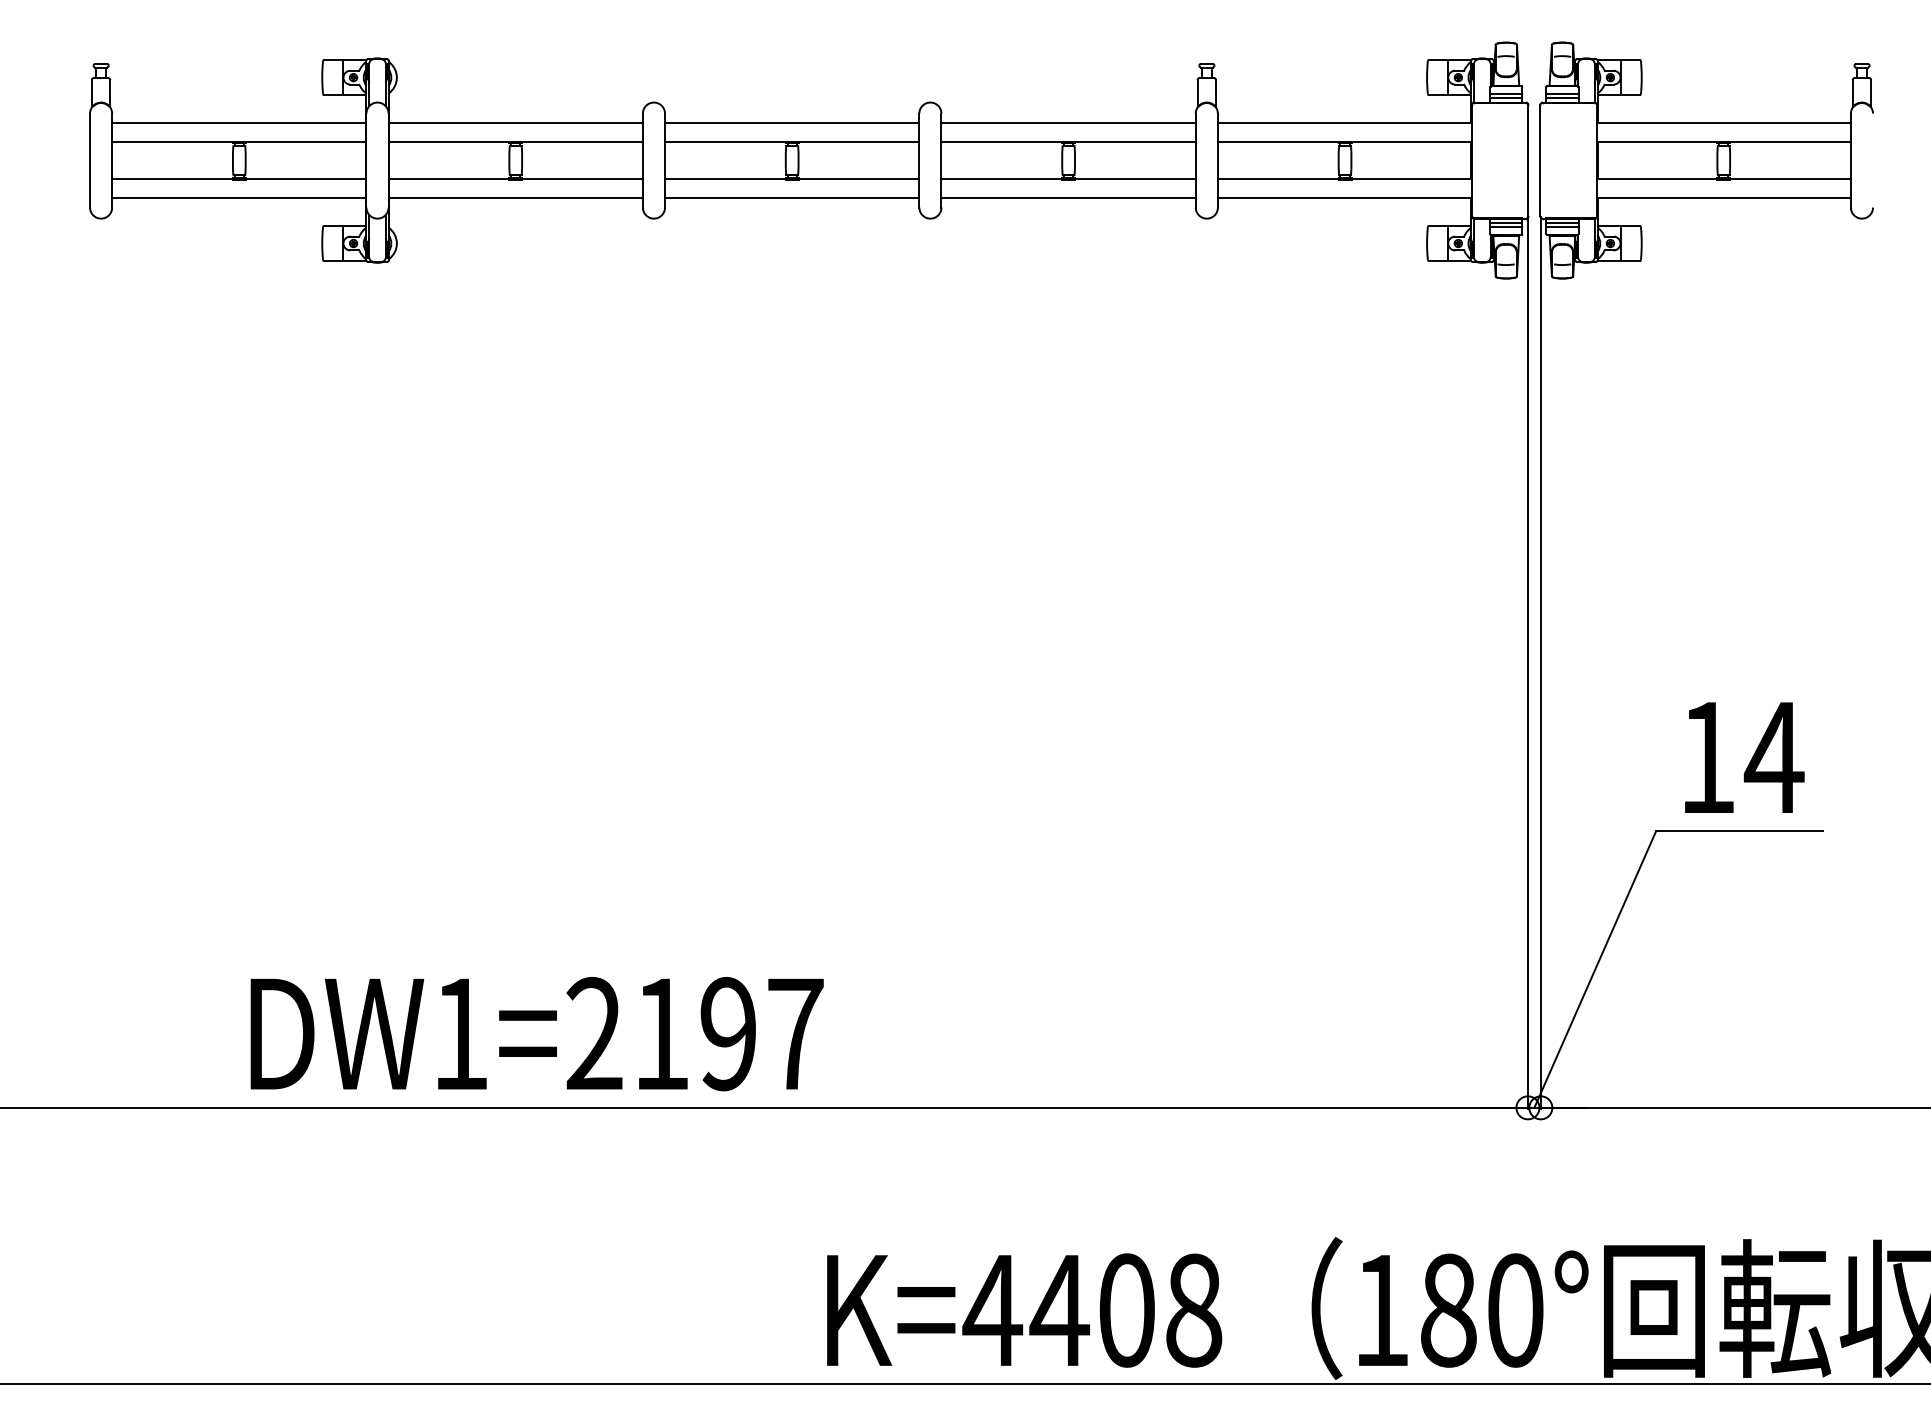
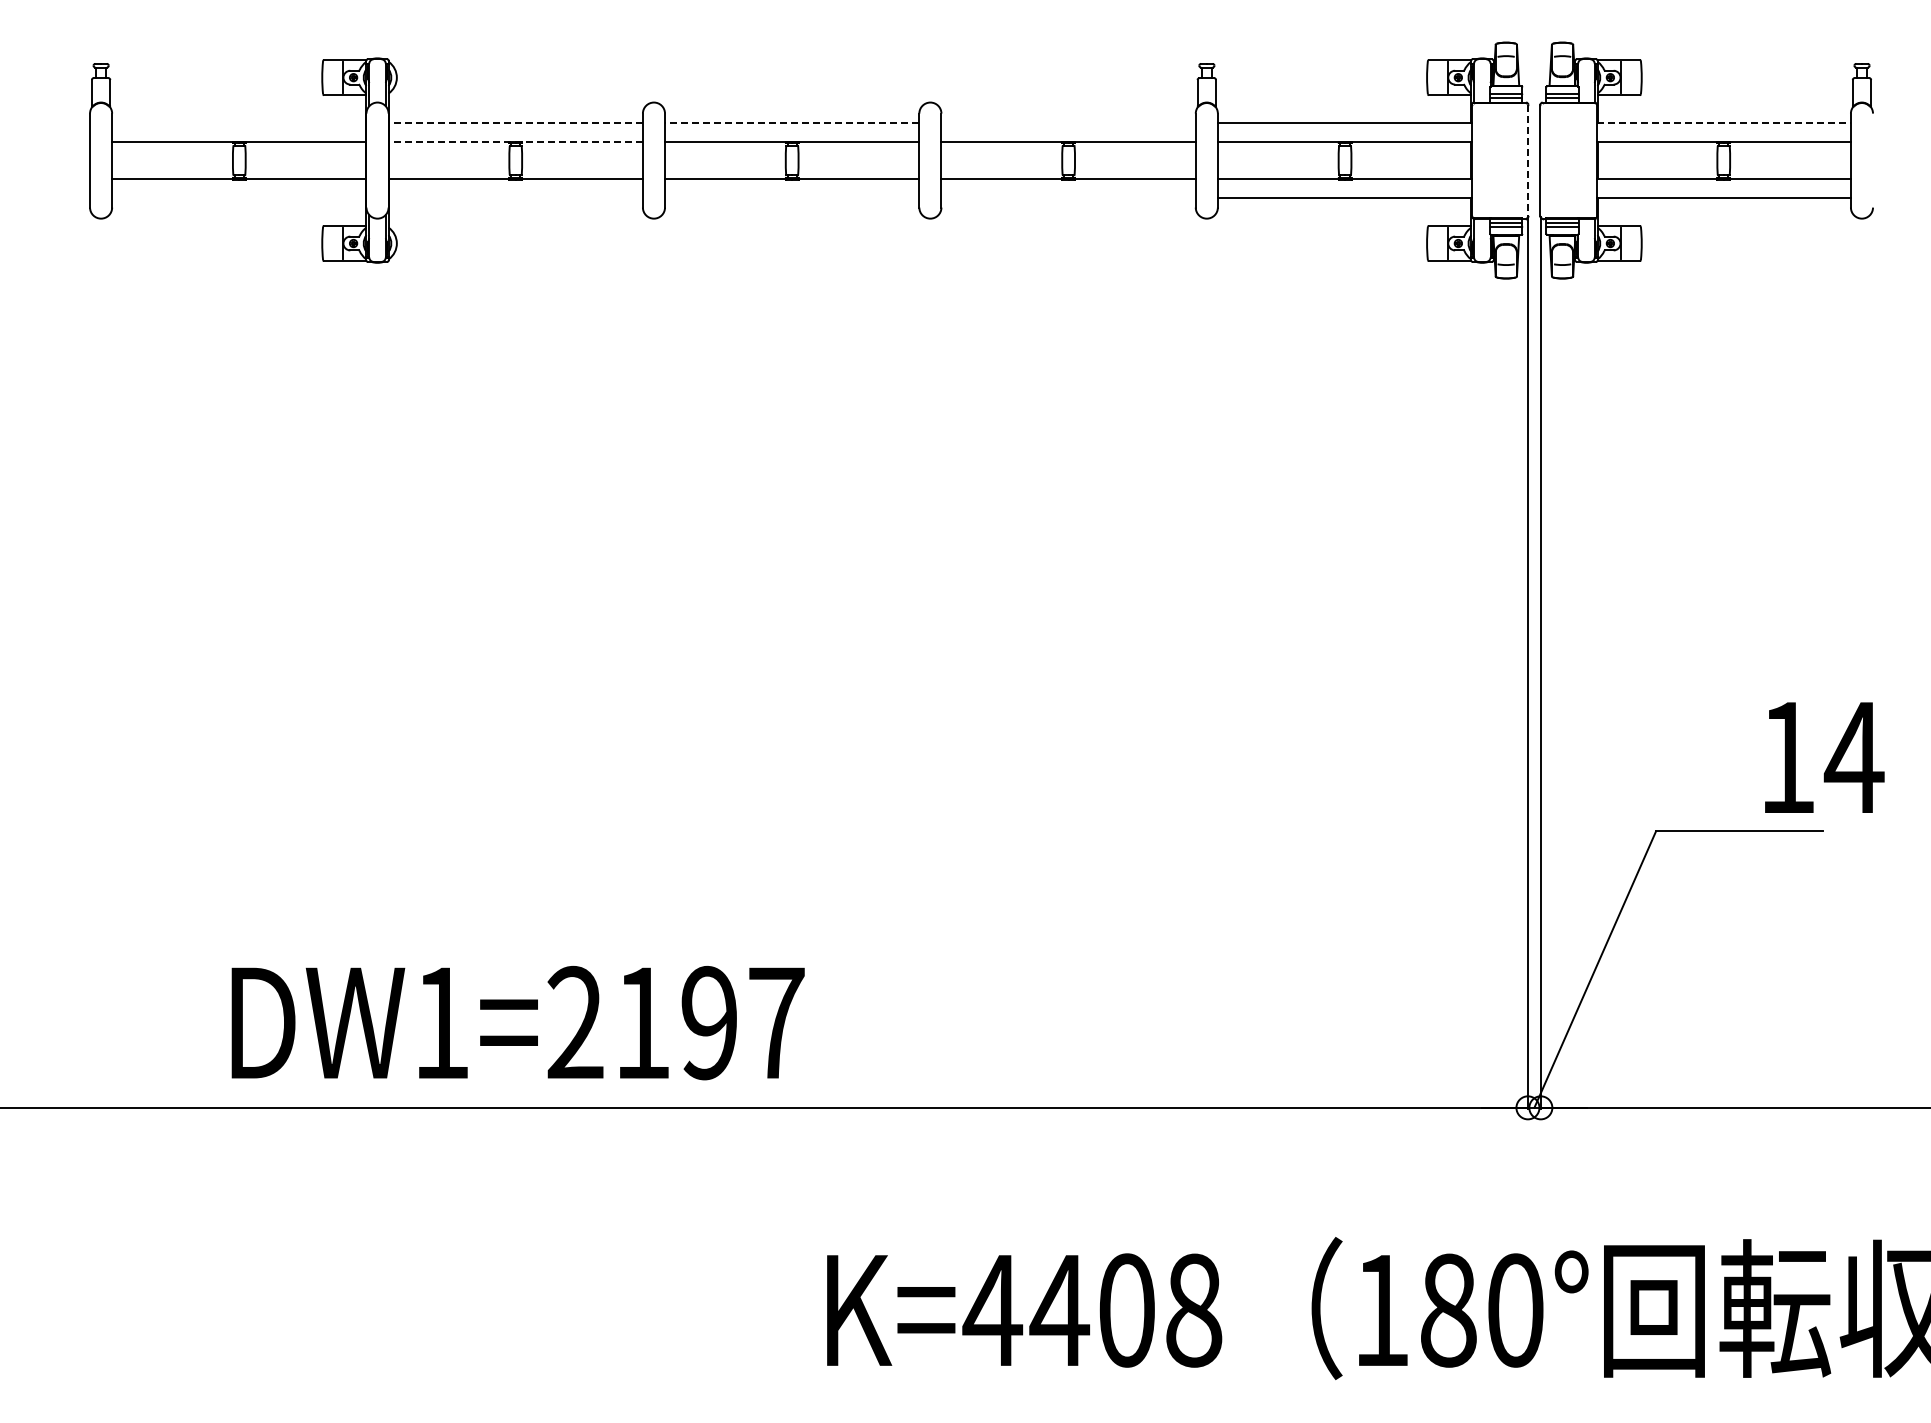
line at (239, 123): present -> none
line at (515, 123): solid -> dashed
line at (791, 123): solid -> dashed
line at (1068, 123): present -> none
line at (1723, 123): solid -> dashed
line at (515, 141): solid -> dashed
line at (1528, 160): solid -> dashed
line at (239, 197): present -> none
line at (515, 197): present -> none
line at (792, 197): present -> none
line at (1068, 197): present -> none
text at (1744, 757) position: (1744, 757) -> (1824, 757)
text at (536, 1034) position: (536, 1034) -> (517, 1023)
line at (964, 1384): present -> none
